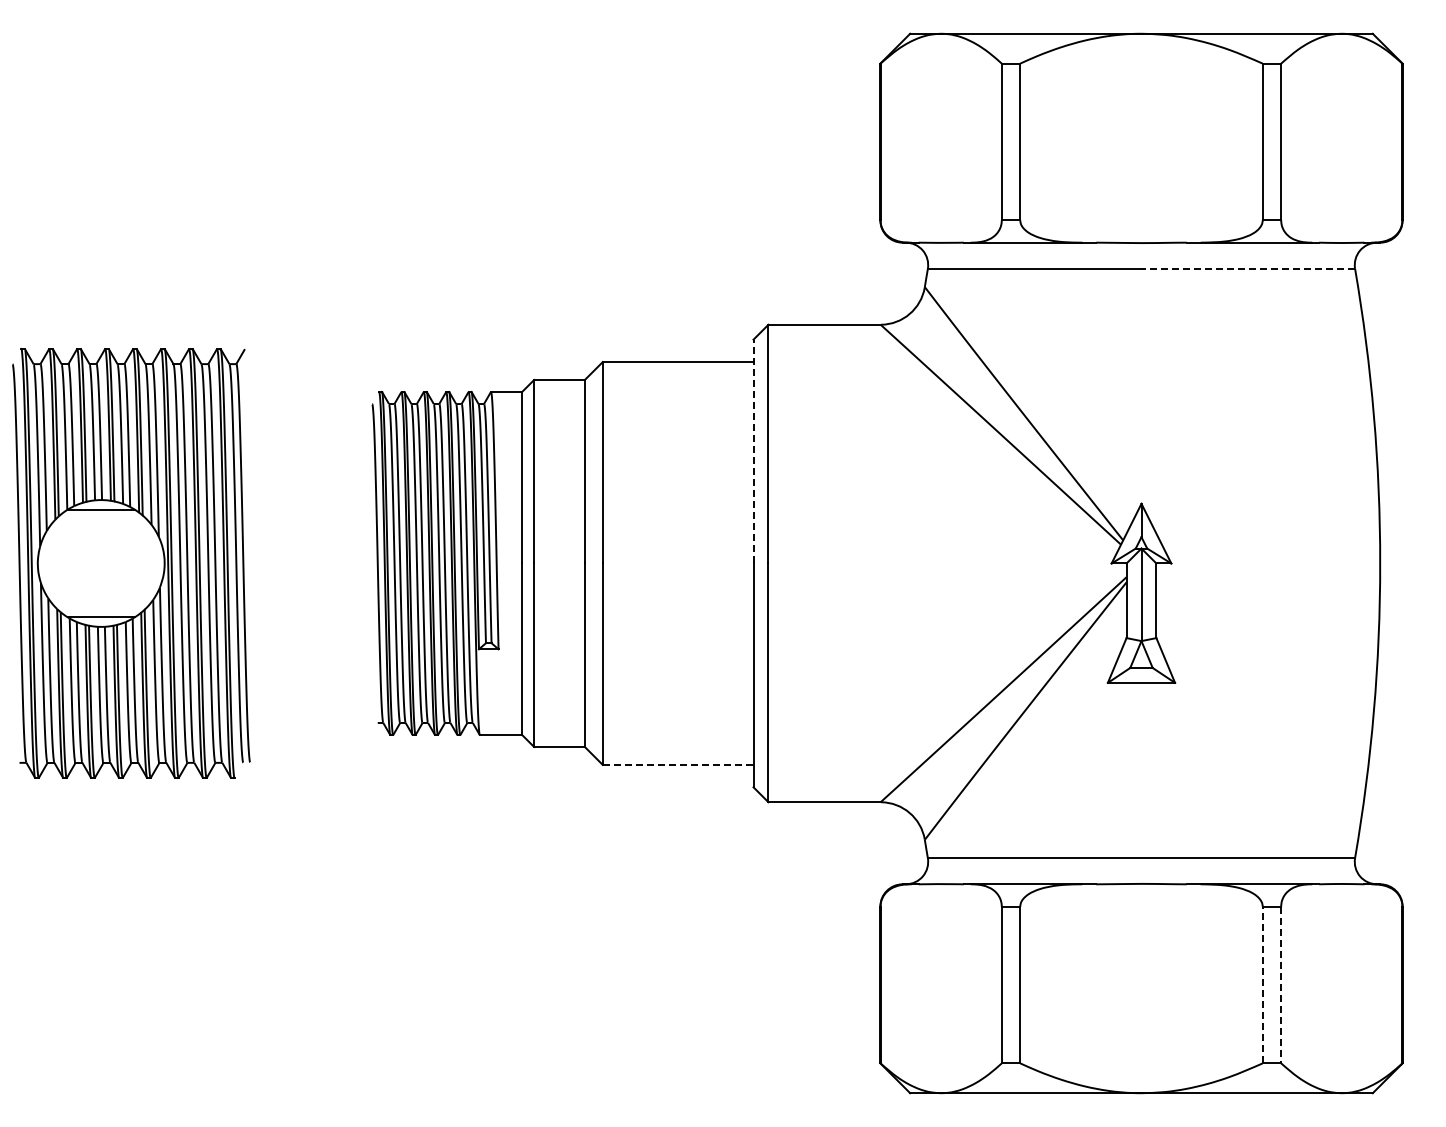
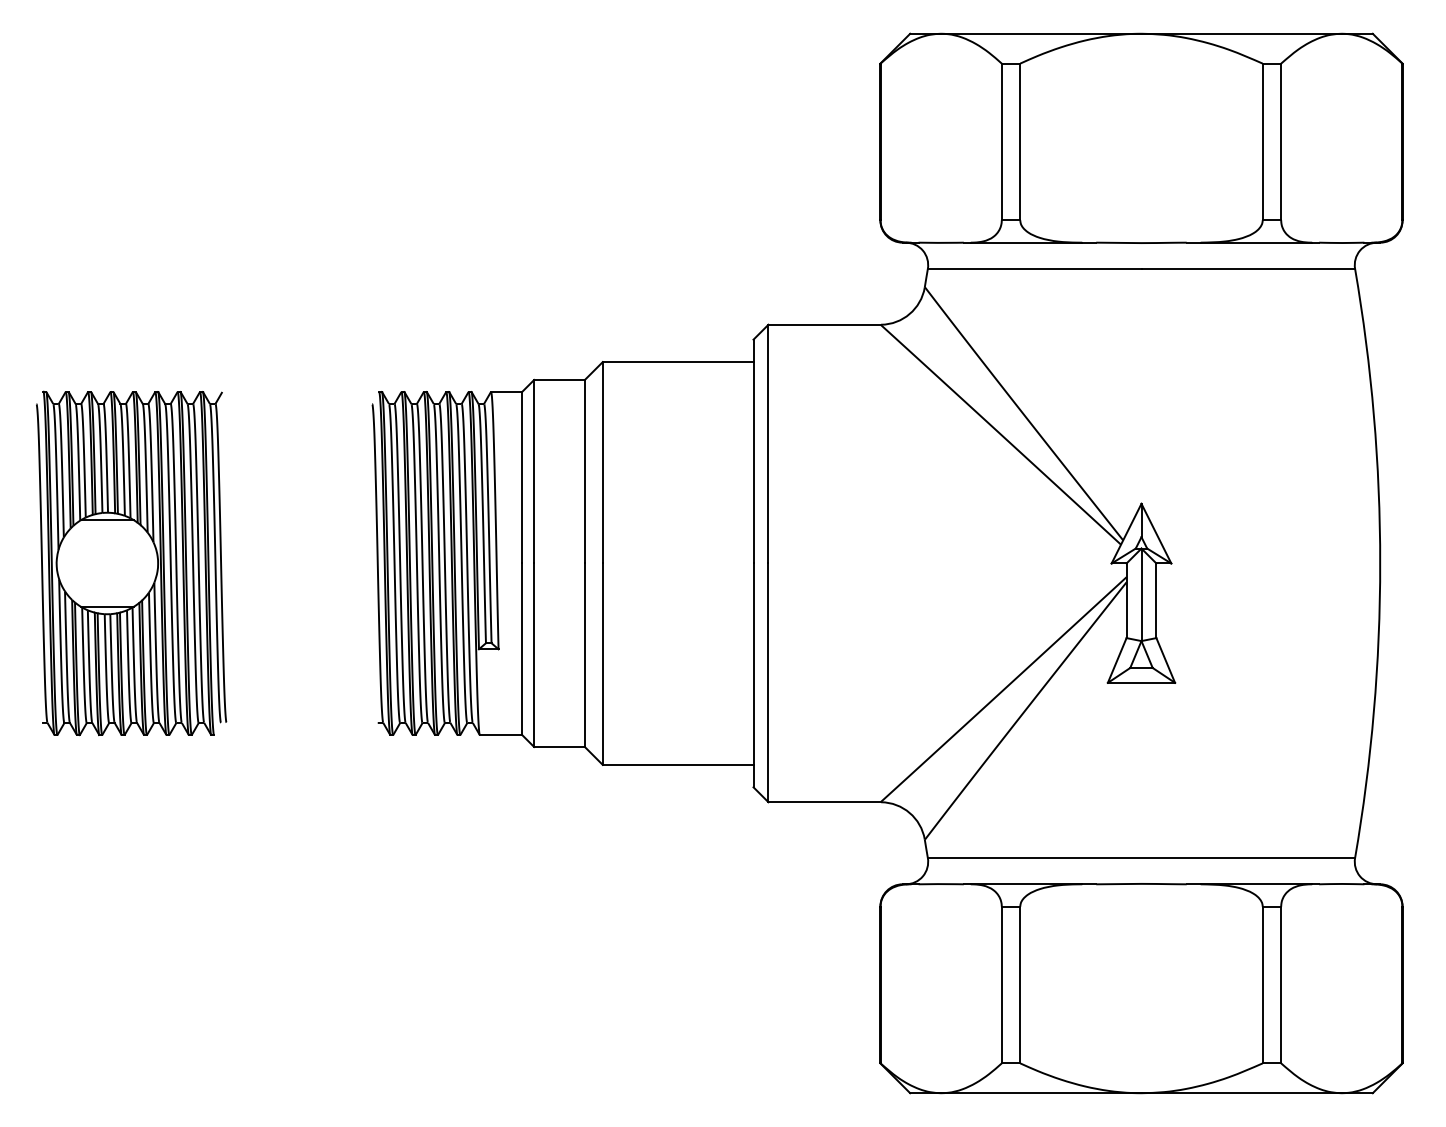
line at (1248, 268): dashed -> solid
line at (753, 451): dashed -> solid
part at (131, 562) size: 239x432 px -> 192x347 px
line at (678, 764): dashed -> solid
line at (1262, 984): dashed -> solid
line at (1281, 985): dashed -> solid
